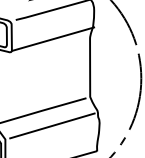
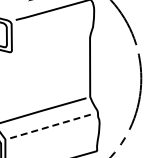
line at (53, 38): present -> none
line at (52, 125): solid -> dashed
